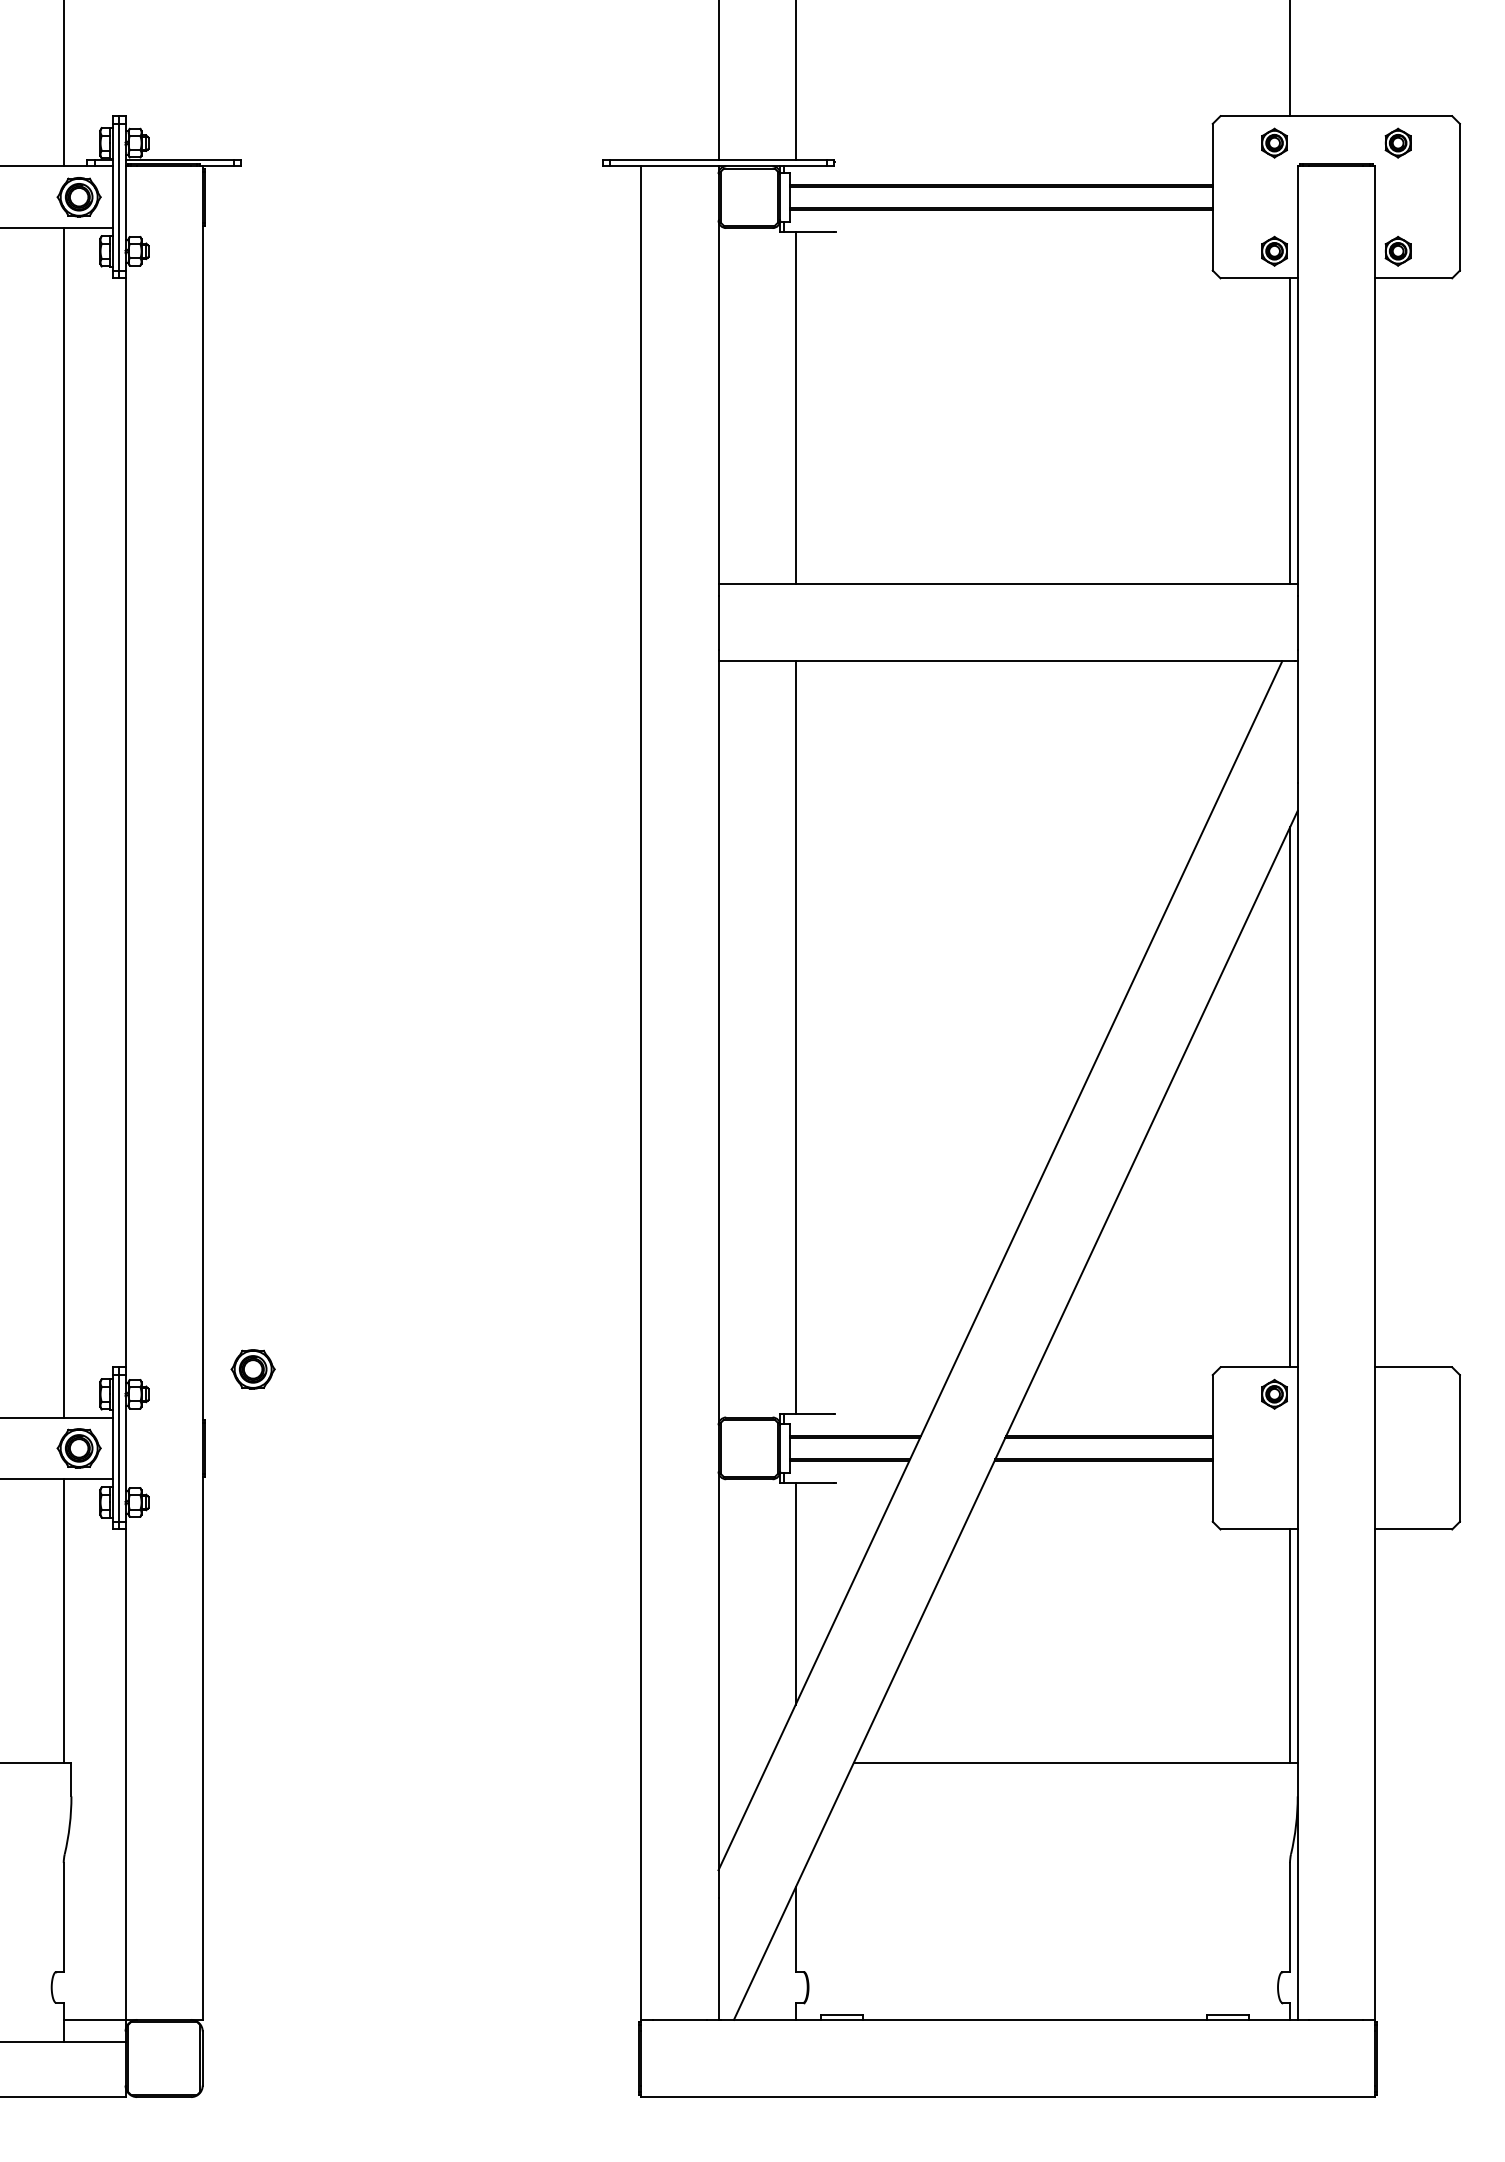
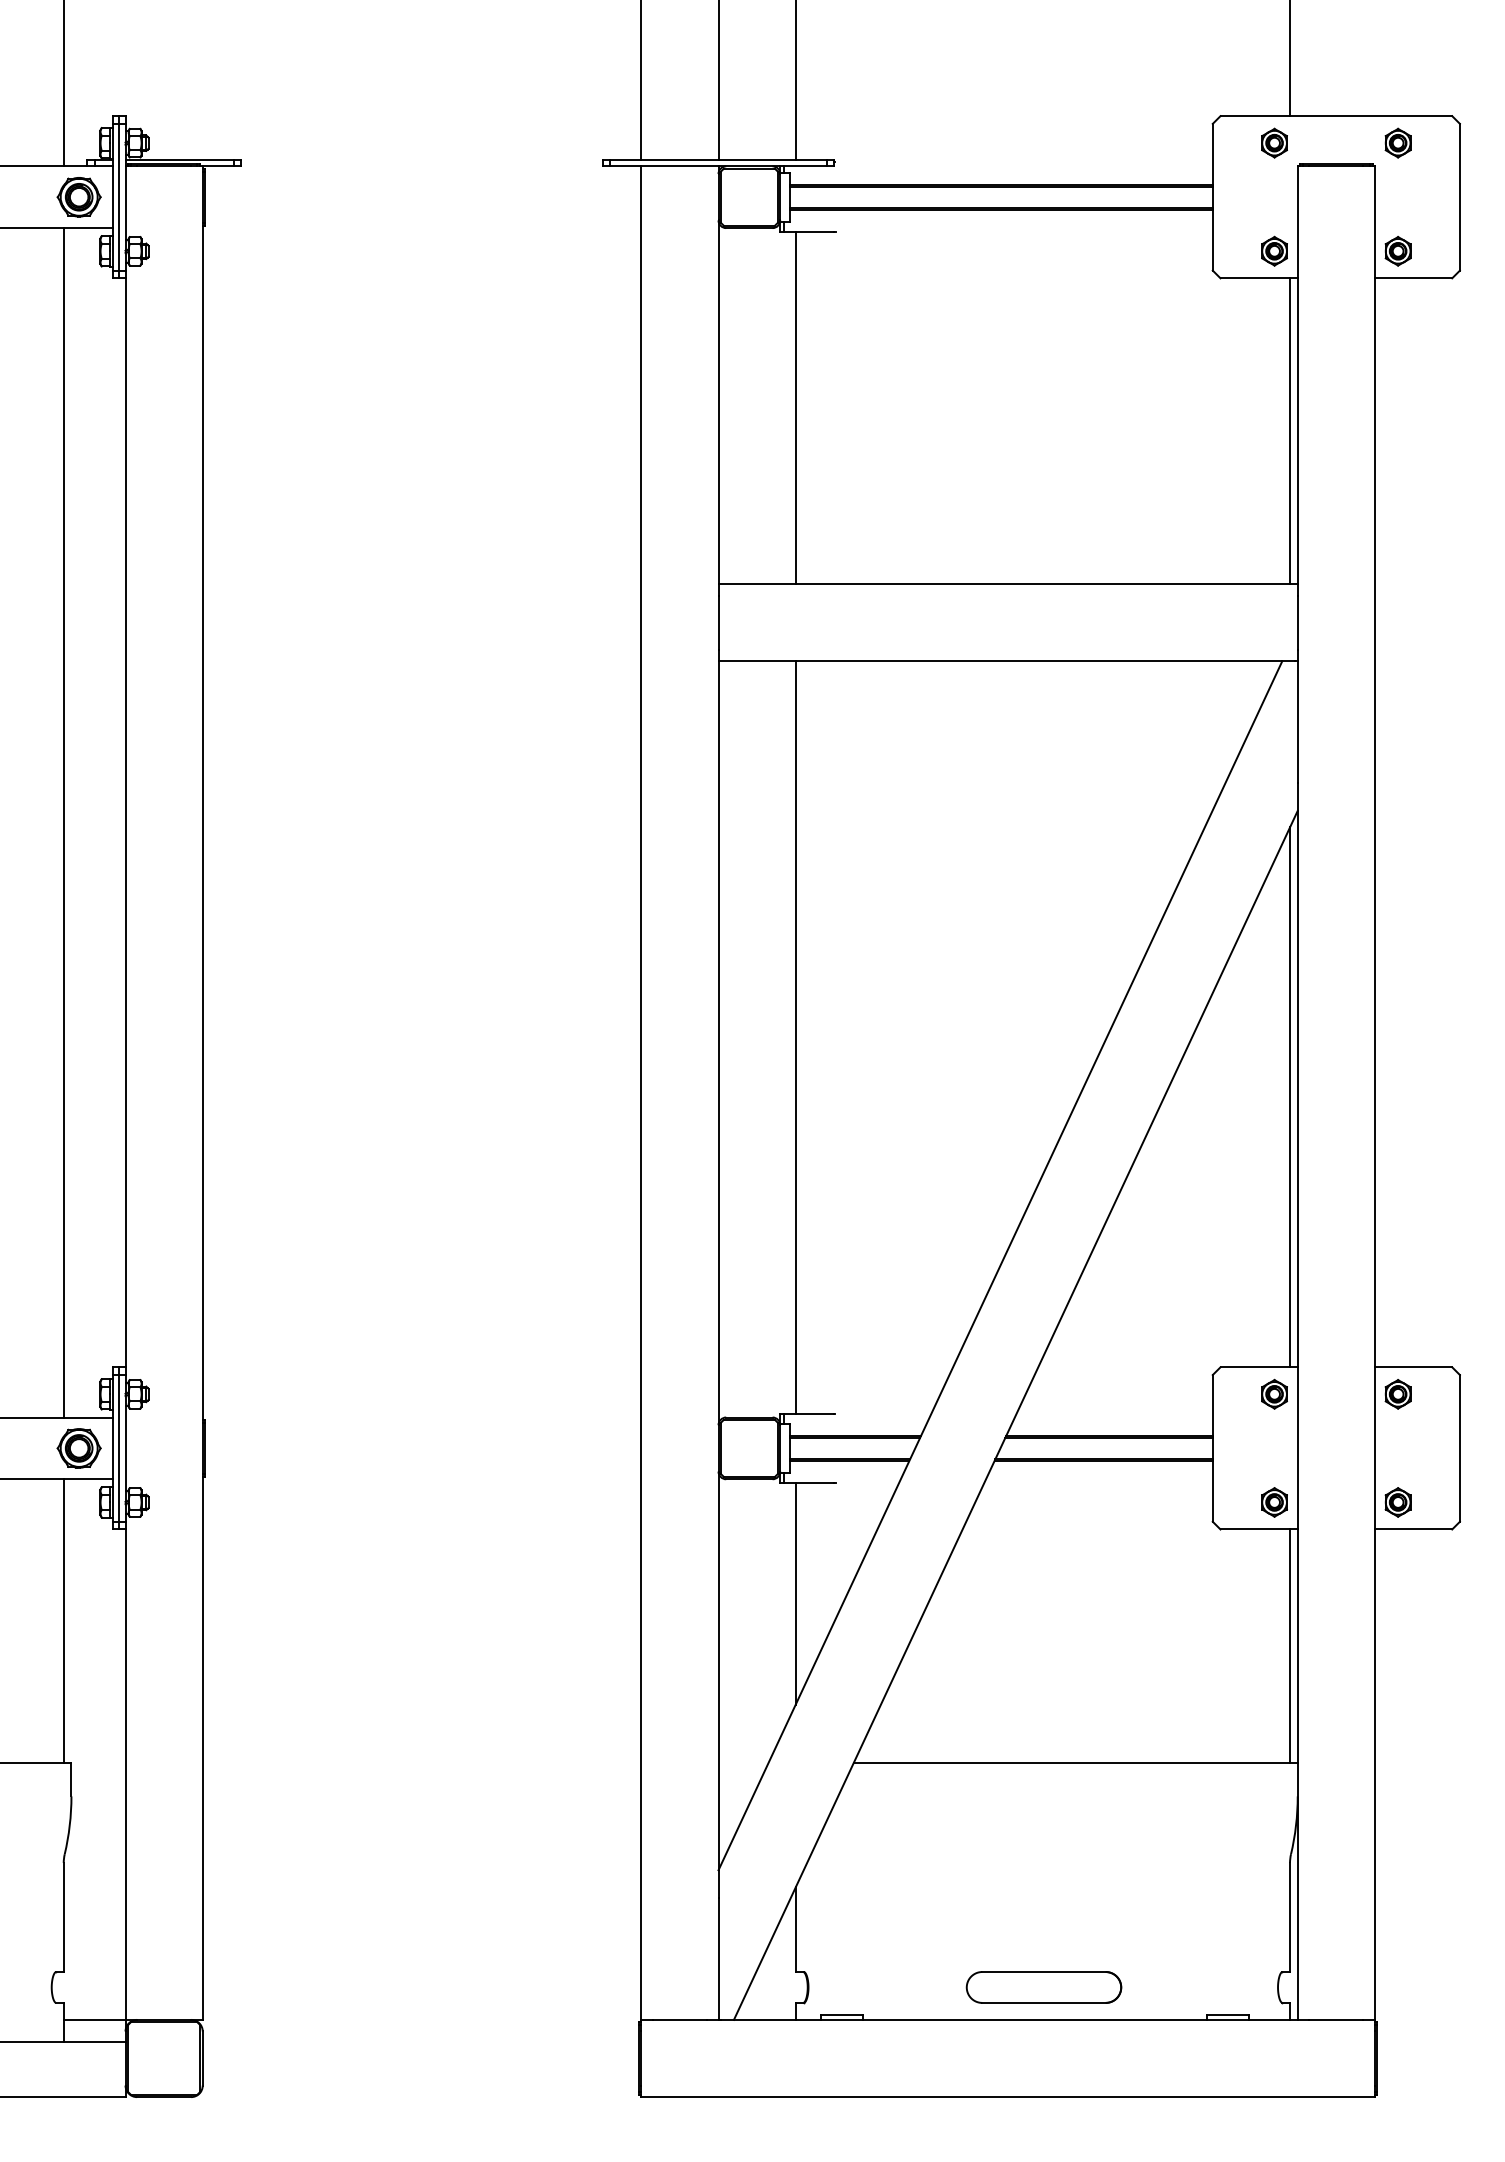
line at (641, 81): none -> present
part at (252, 1369): present -> none
part at (1397, 1394): none -> present
part at (1274, 1502): none -> present
part at (1397, 1502): none -> present
part at (1043, 1987): none -> present
